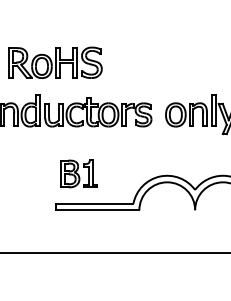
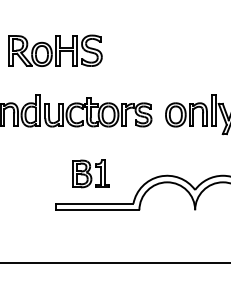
part at (55, 62) position: (55, 62) -> (55, 50)
part at (78, 173) position: (78, 173) -> (90, 173)
line at (114, 253) position: (114, 253) -> (114, 263)
